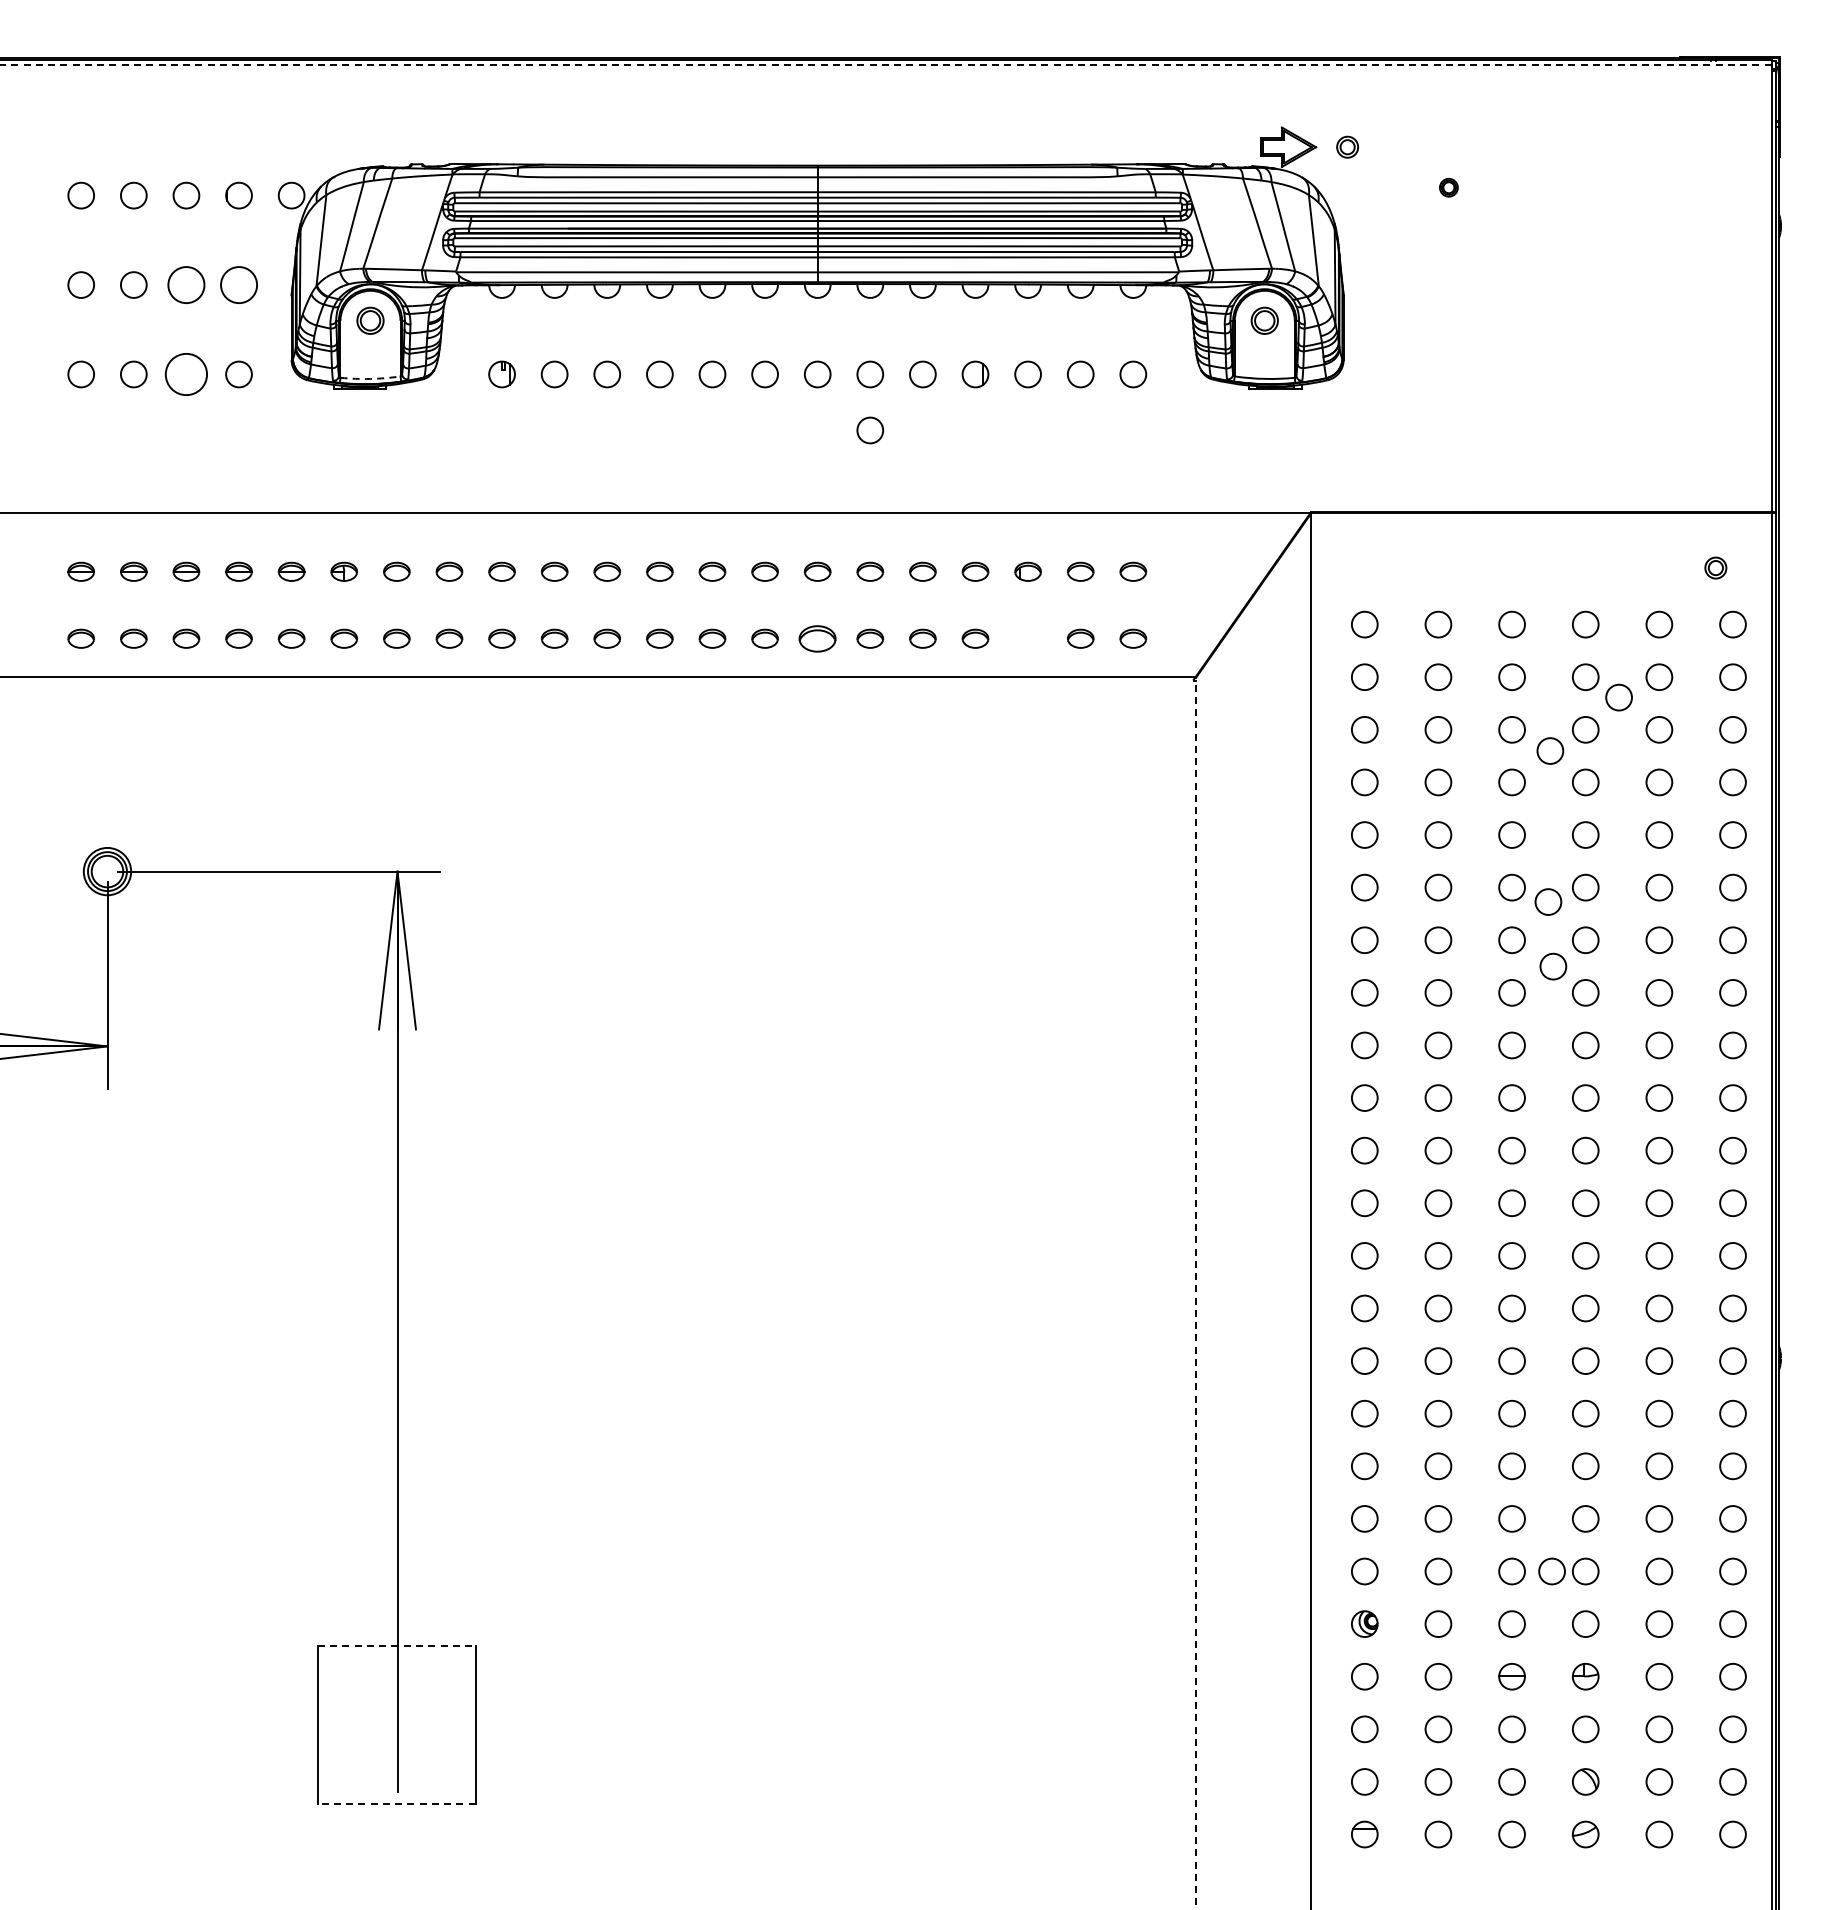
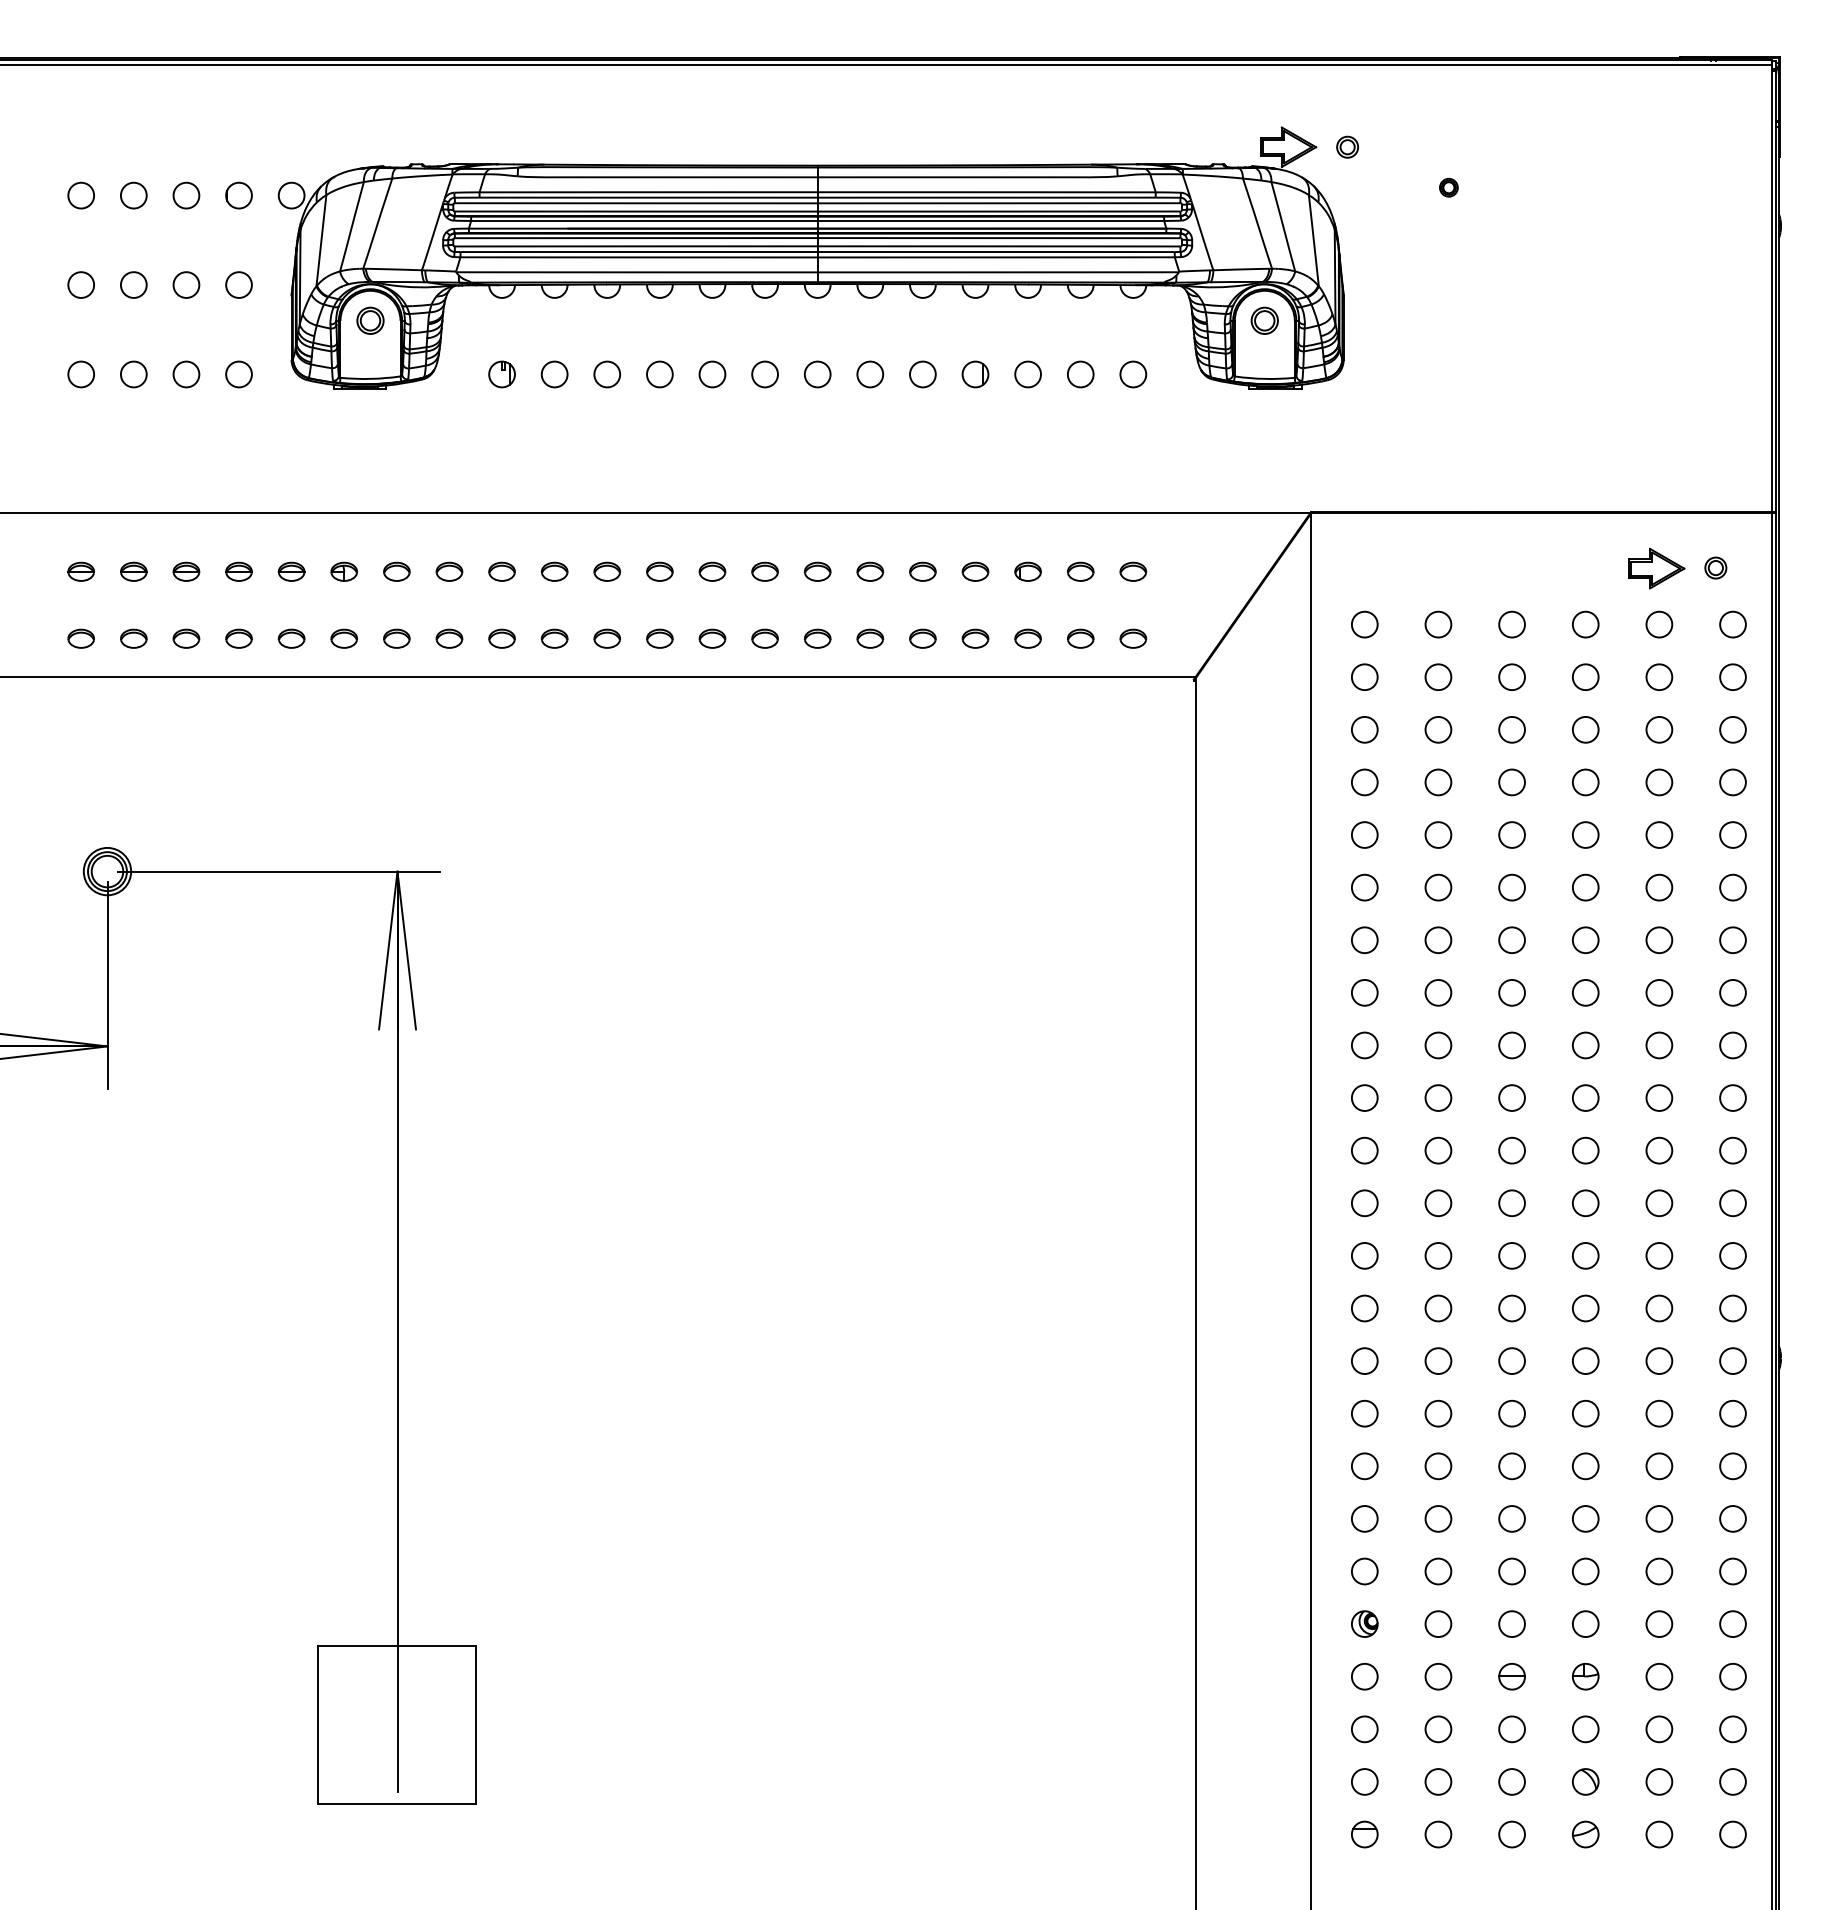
line at (886, 64): dashed -> solid
circle at (186, 284) size: 39x38 px -> 29x28 px
circle at (238, 284) size: 38x38 px -> 28x28 px
circle at (185, 374) size: 44x43 px -> 29x29 px
arc at (370, 378): dashed -> solid
circle at (870, 430): present -> none
part at (1656, 568): none -> present
part at (817, 638) size: 39x28 px -> 28x21 px
part at (1027, 638): none -> present
circle at (1618, 697): present -> none
circle at (1550, 750): present -> none
circle at (1548, 901): present -> none
circle at (1553, 966): present -> none
line at (1196, 1293): dashed -> solid
circle at (1551, 1571): present -> none
line at (396, 1646): dashed -> solid
line at (396, 1804): dashed -> solid
